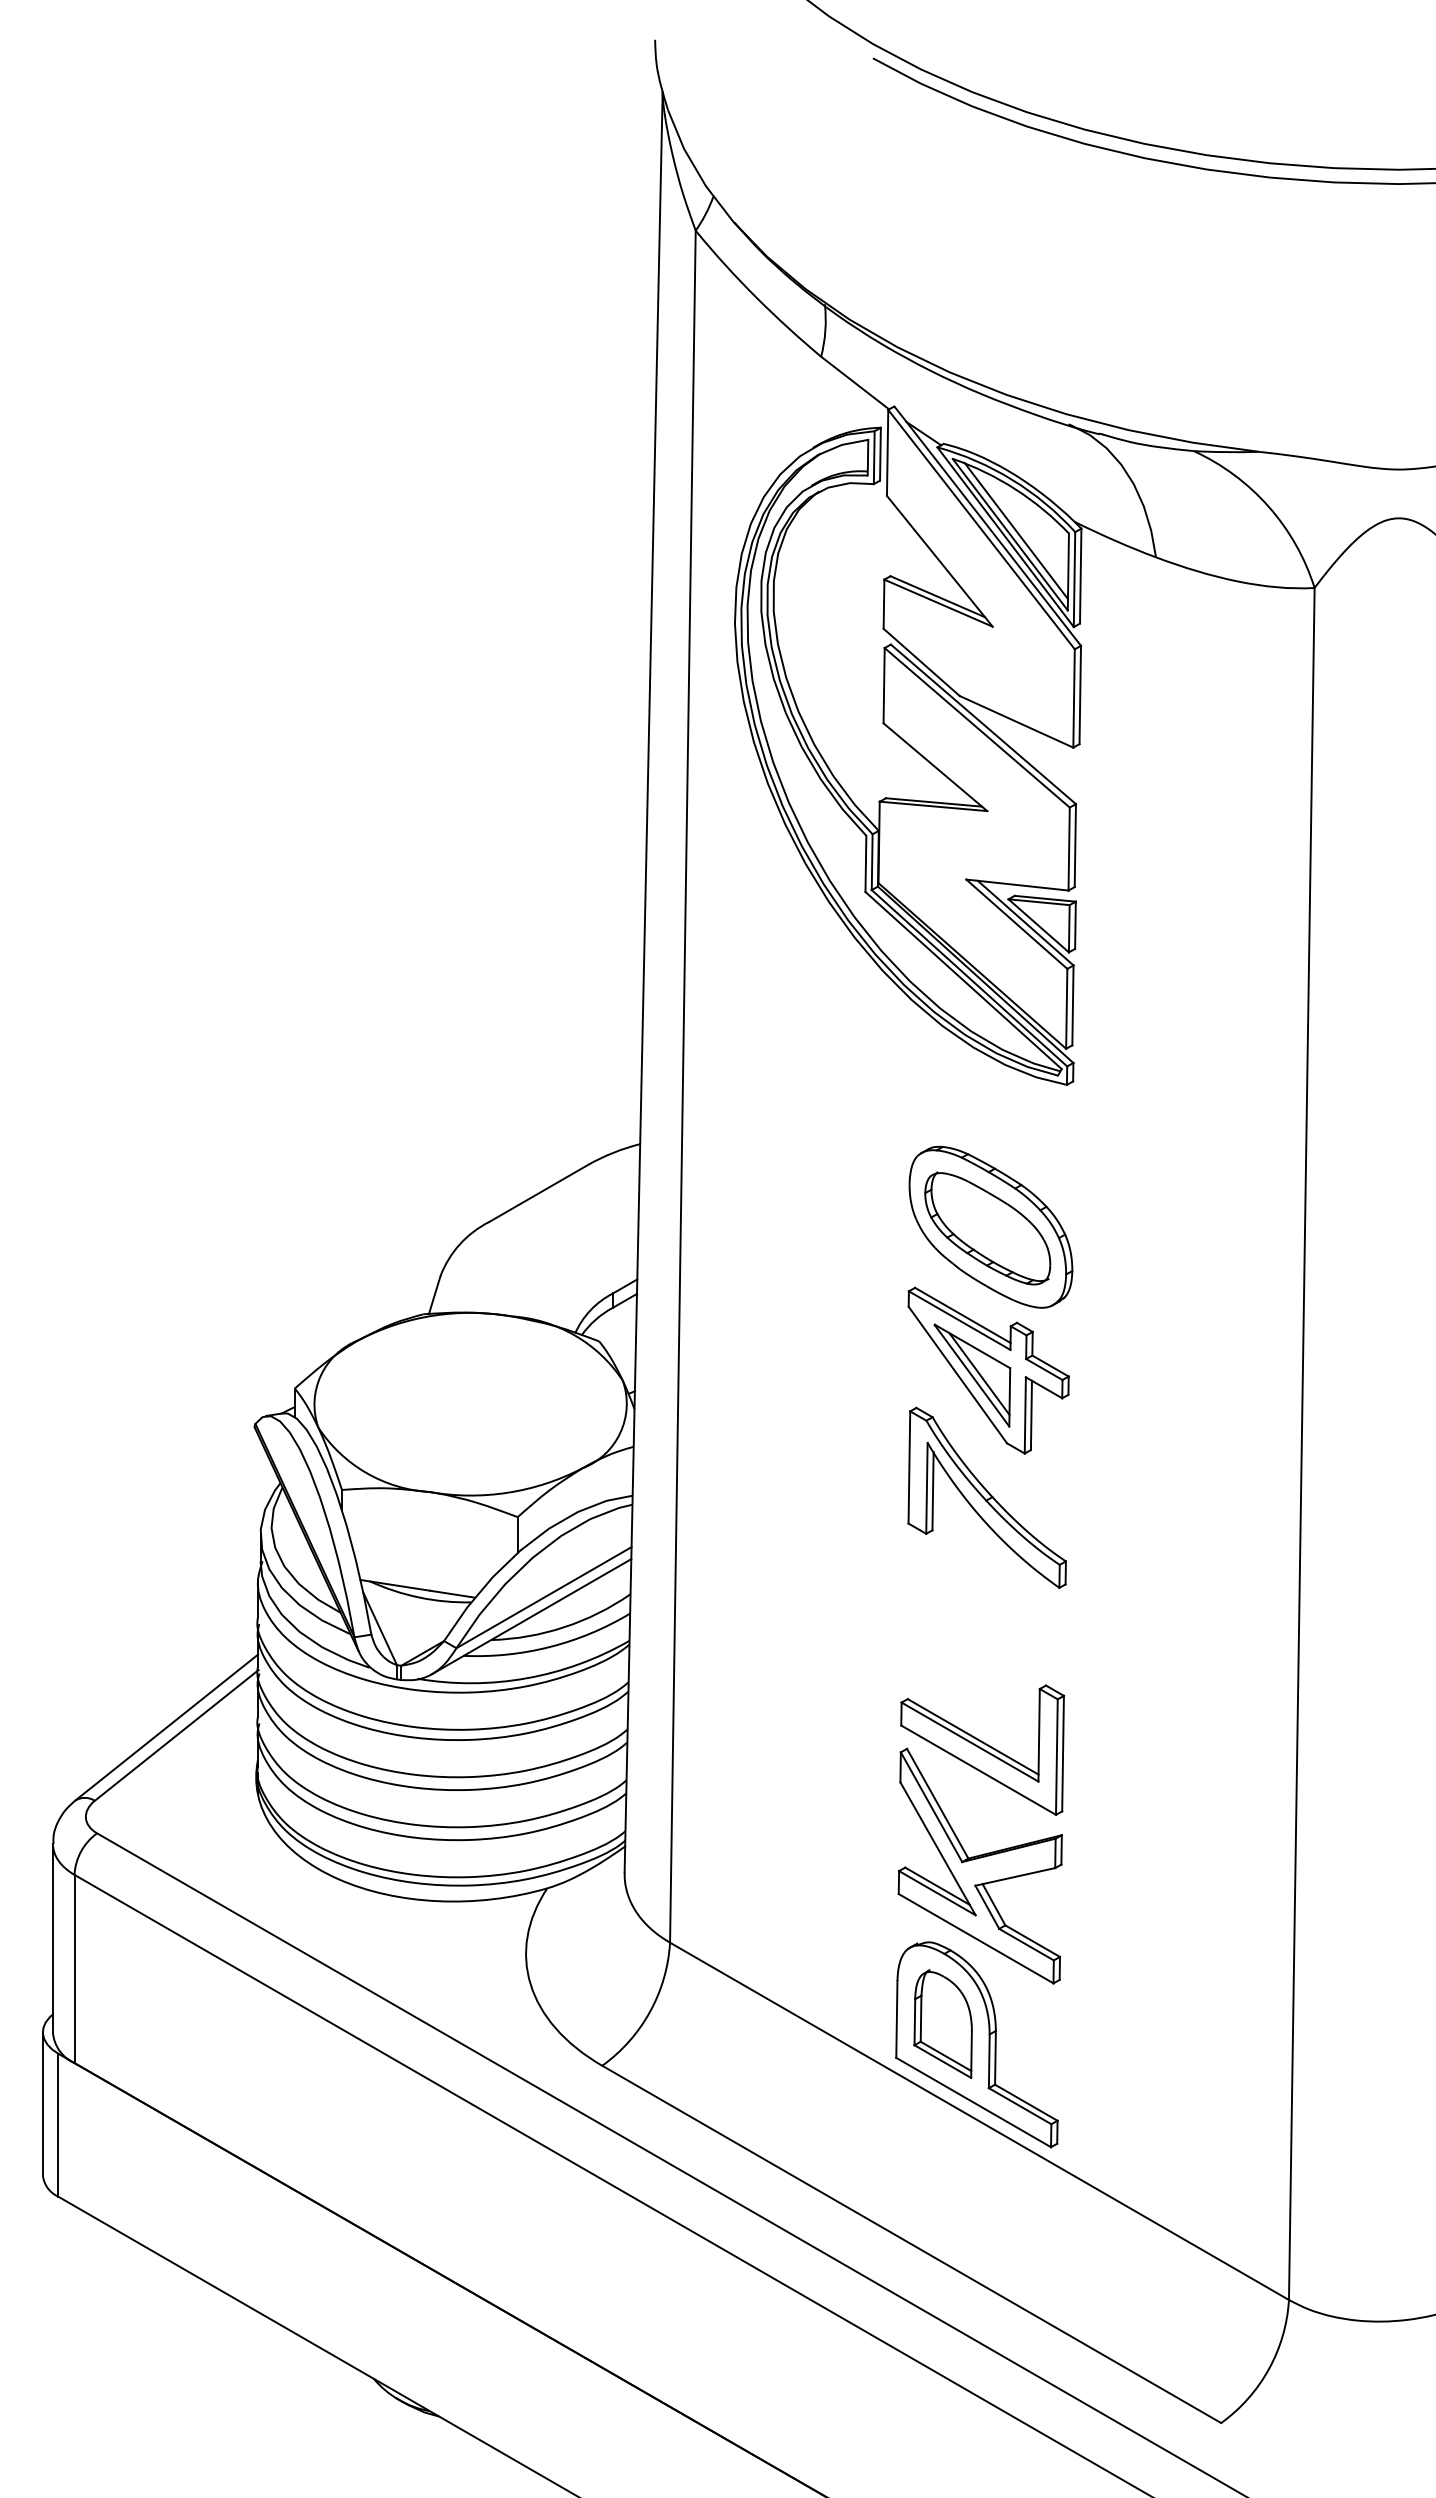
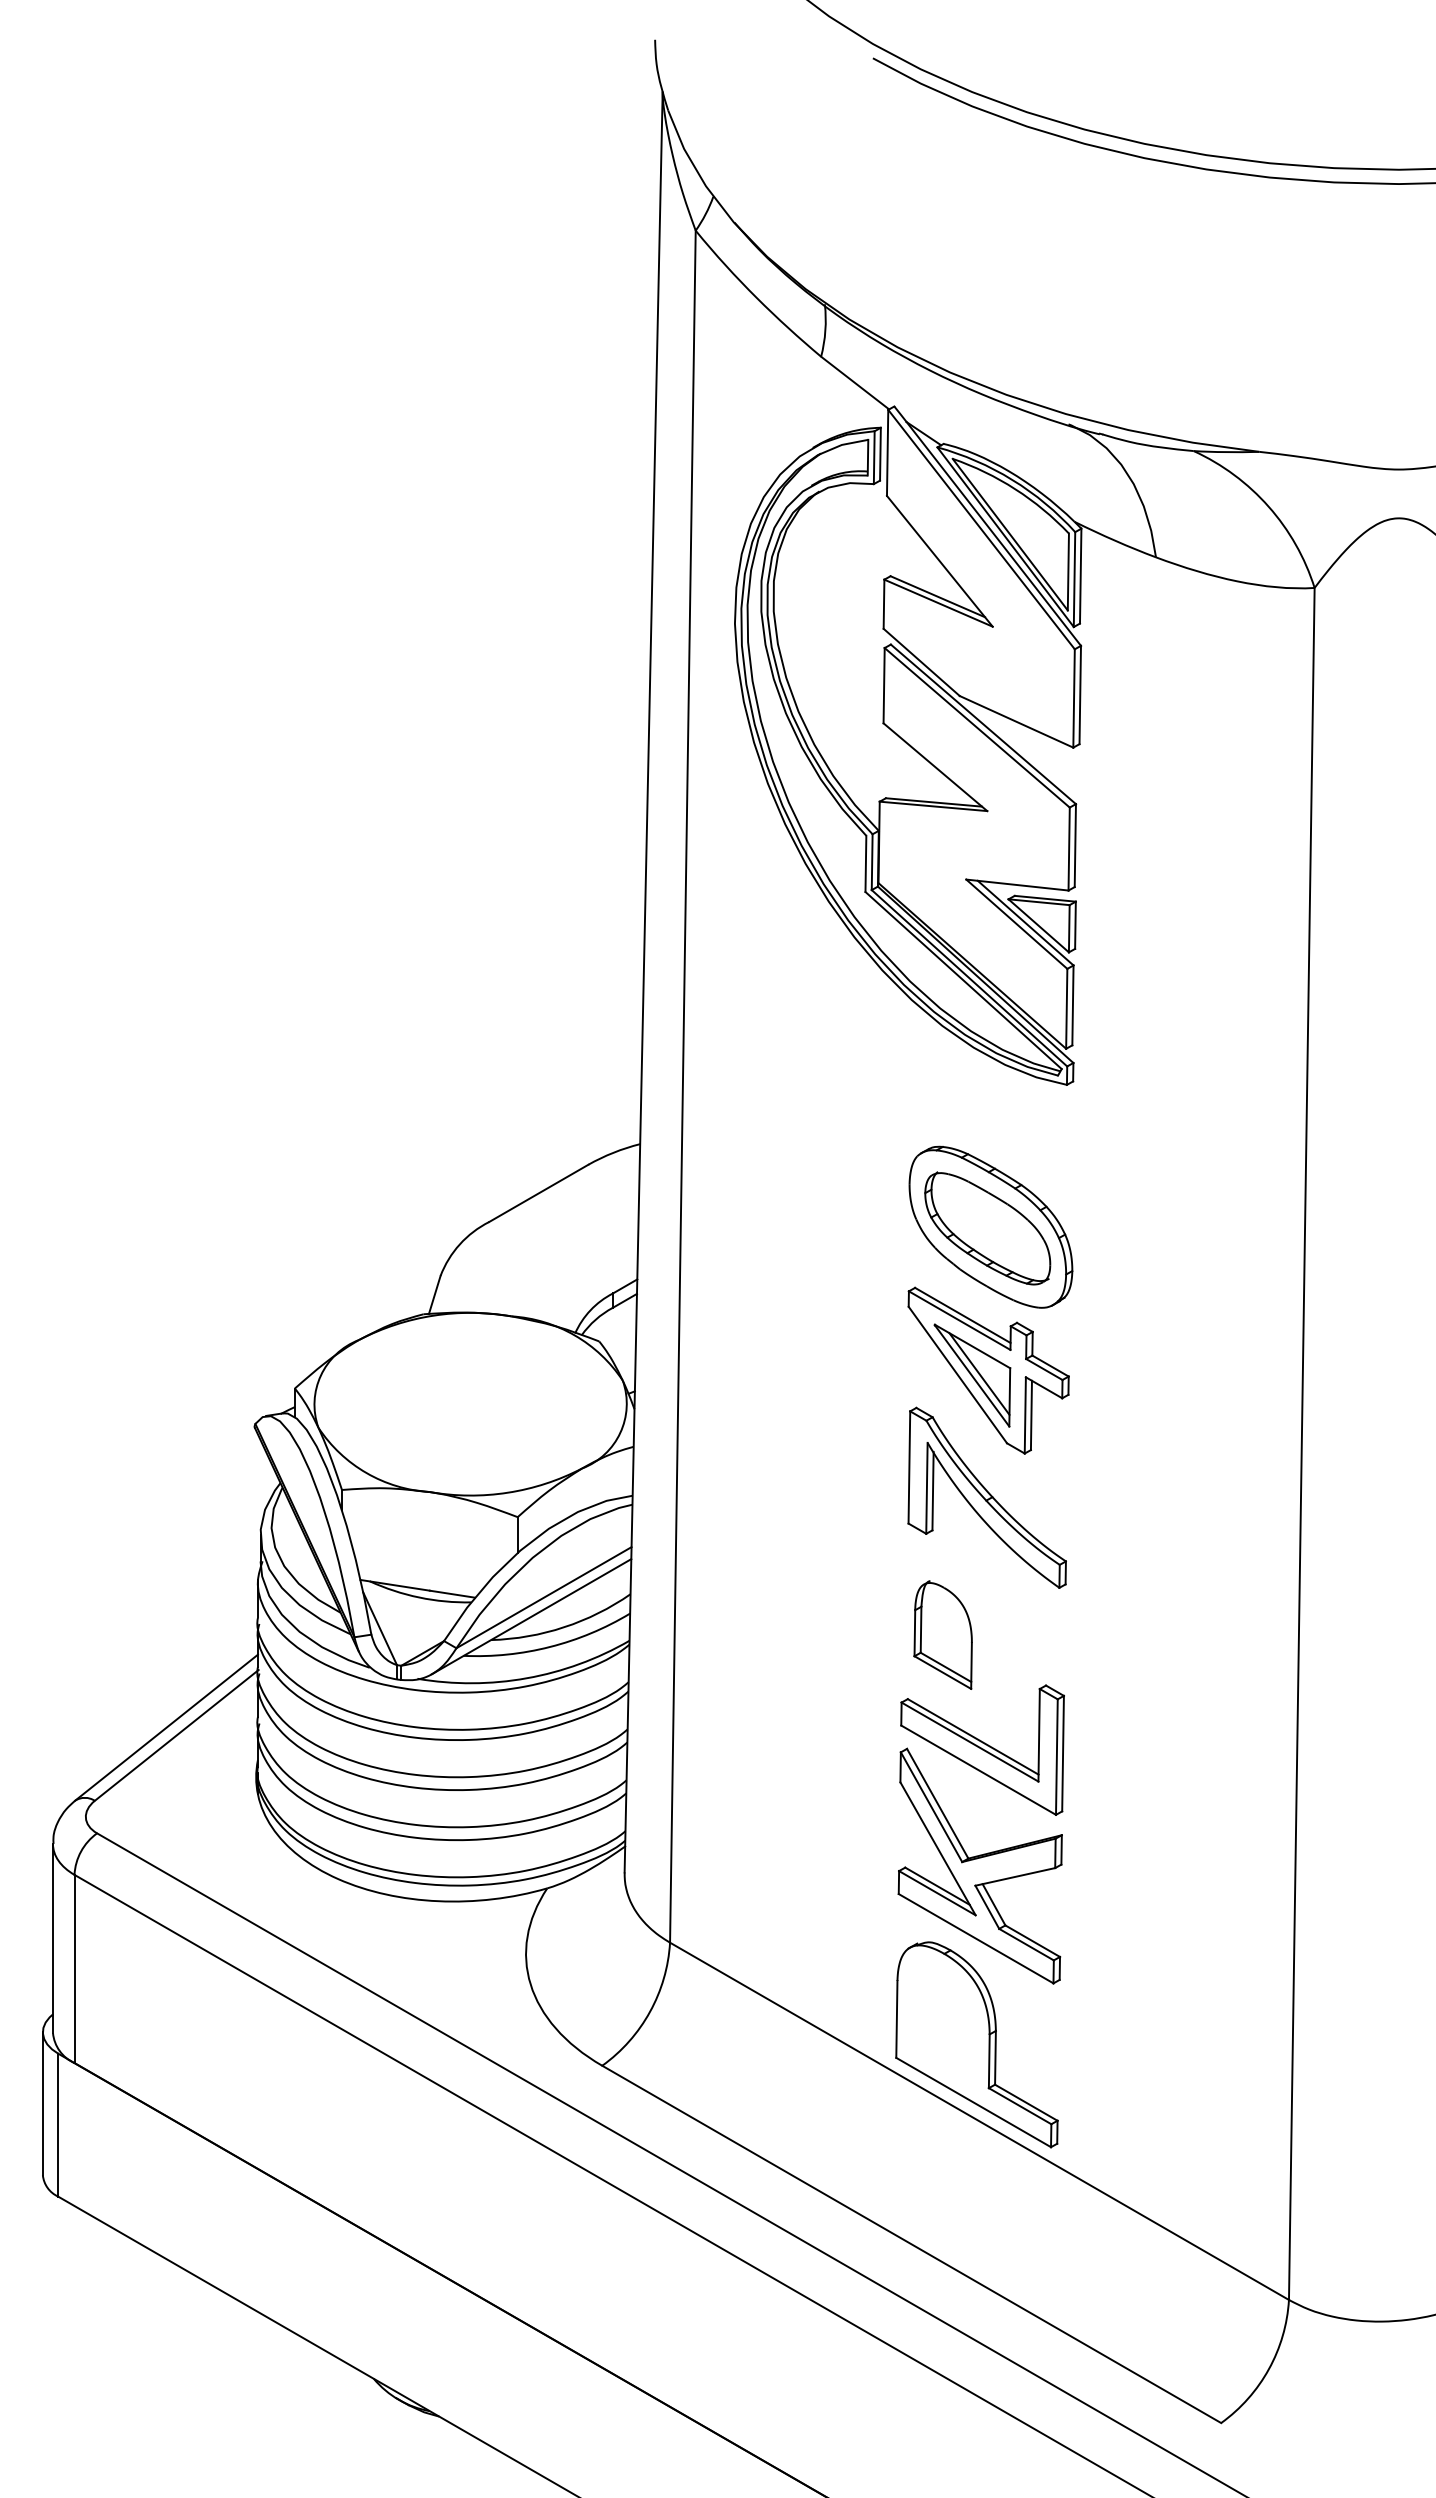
line at (1015, 530): present -> none
part at (942, 2023) position: (942, 2023) -> (942, 1634)
